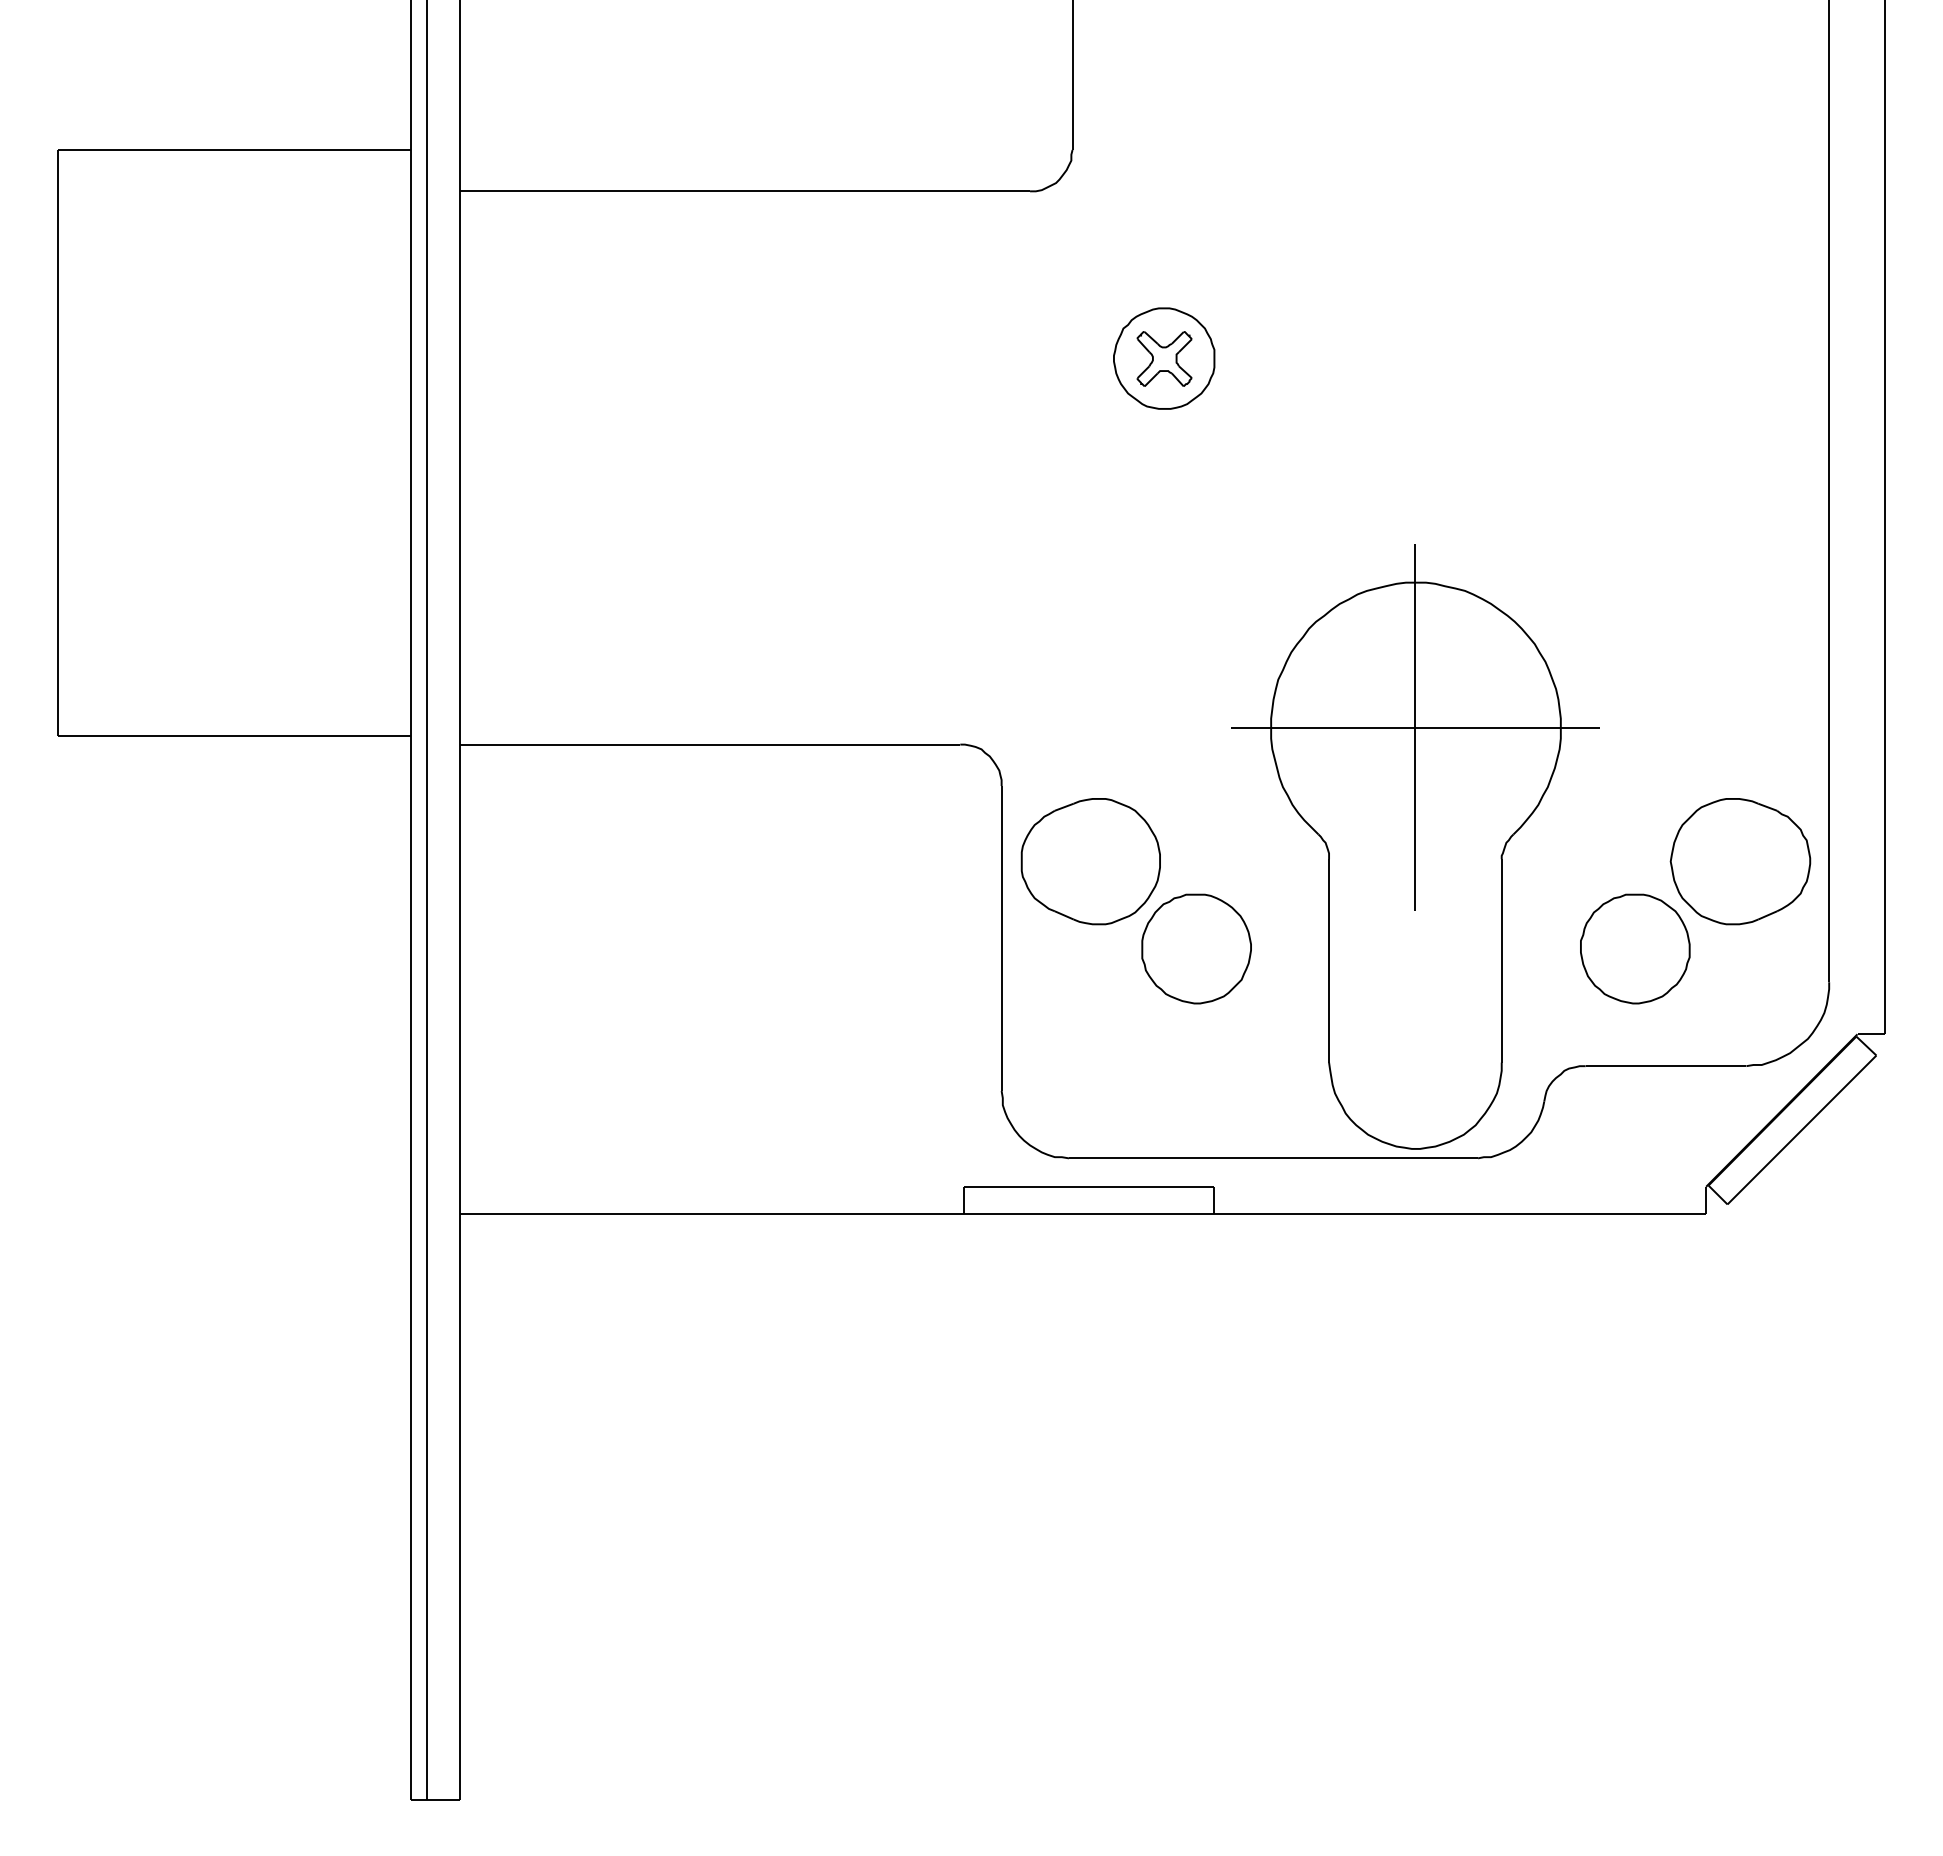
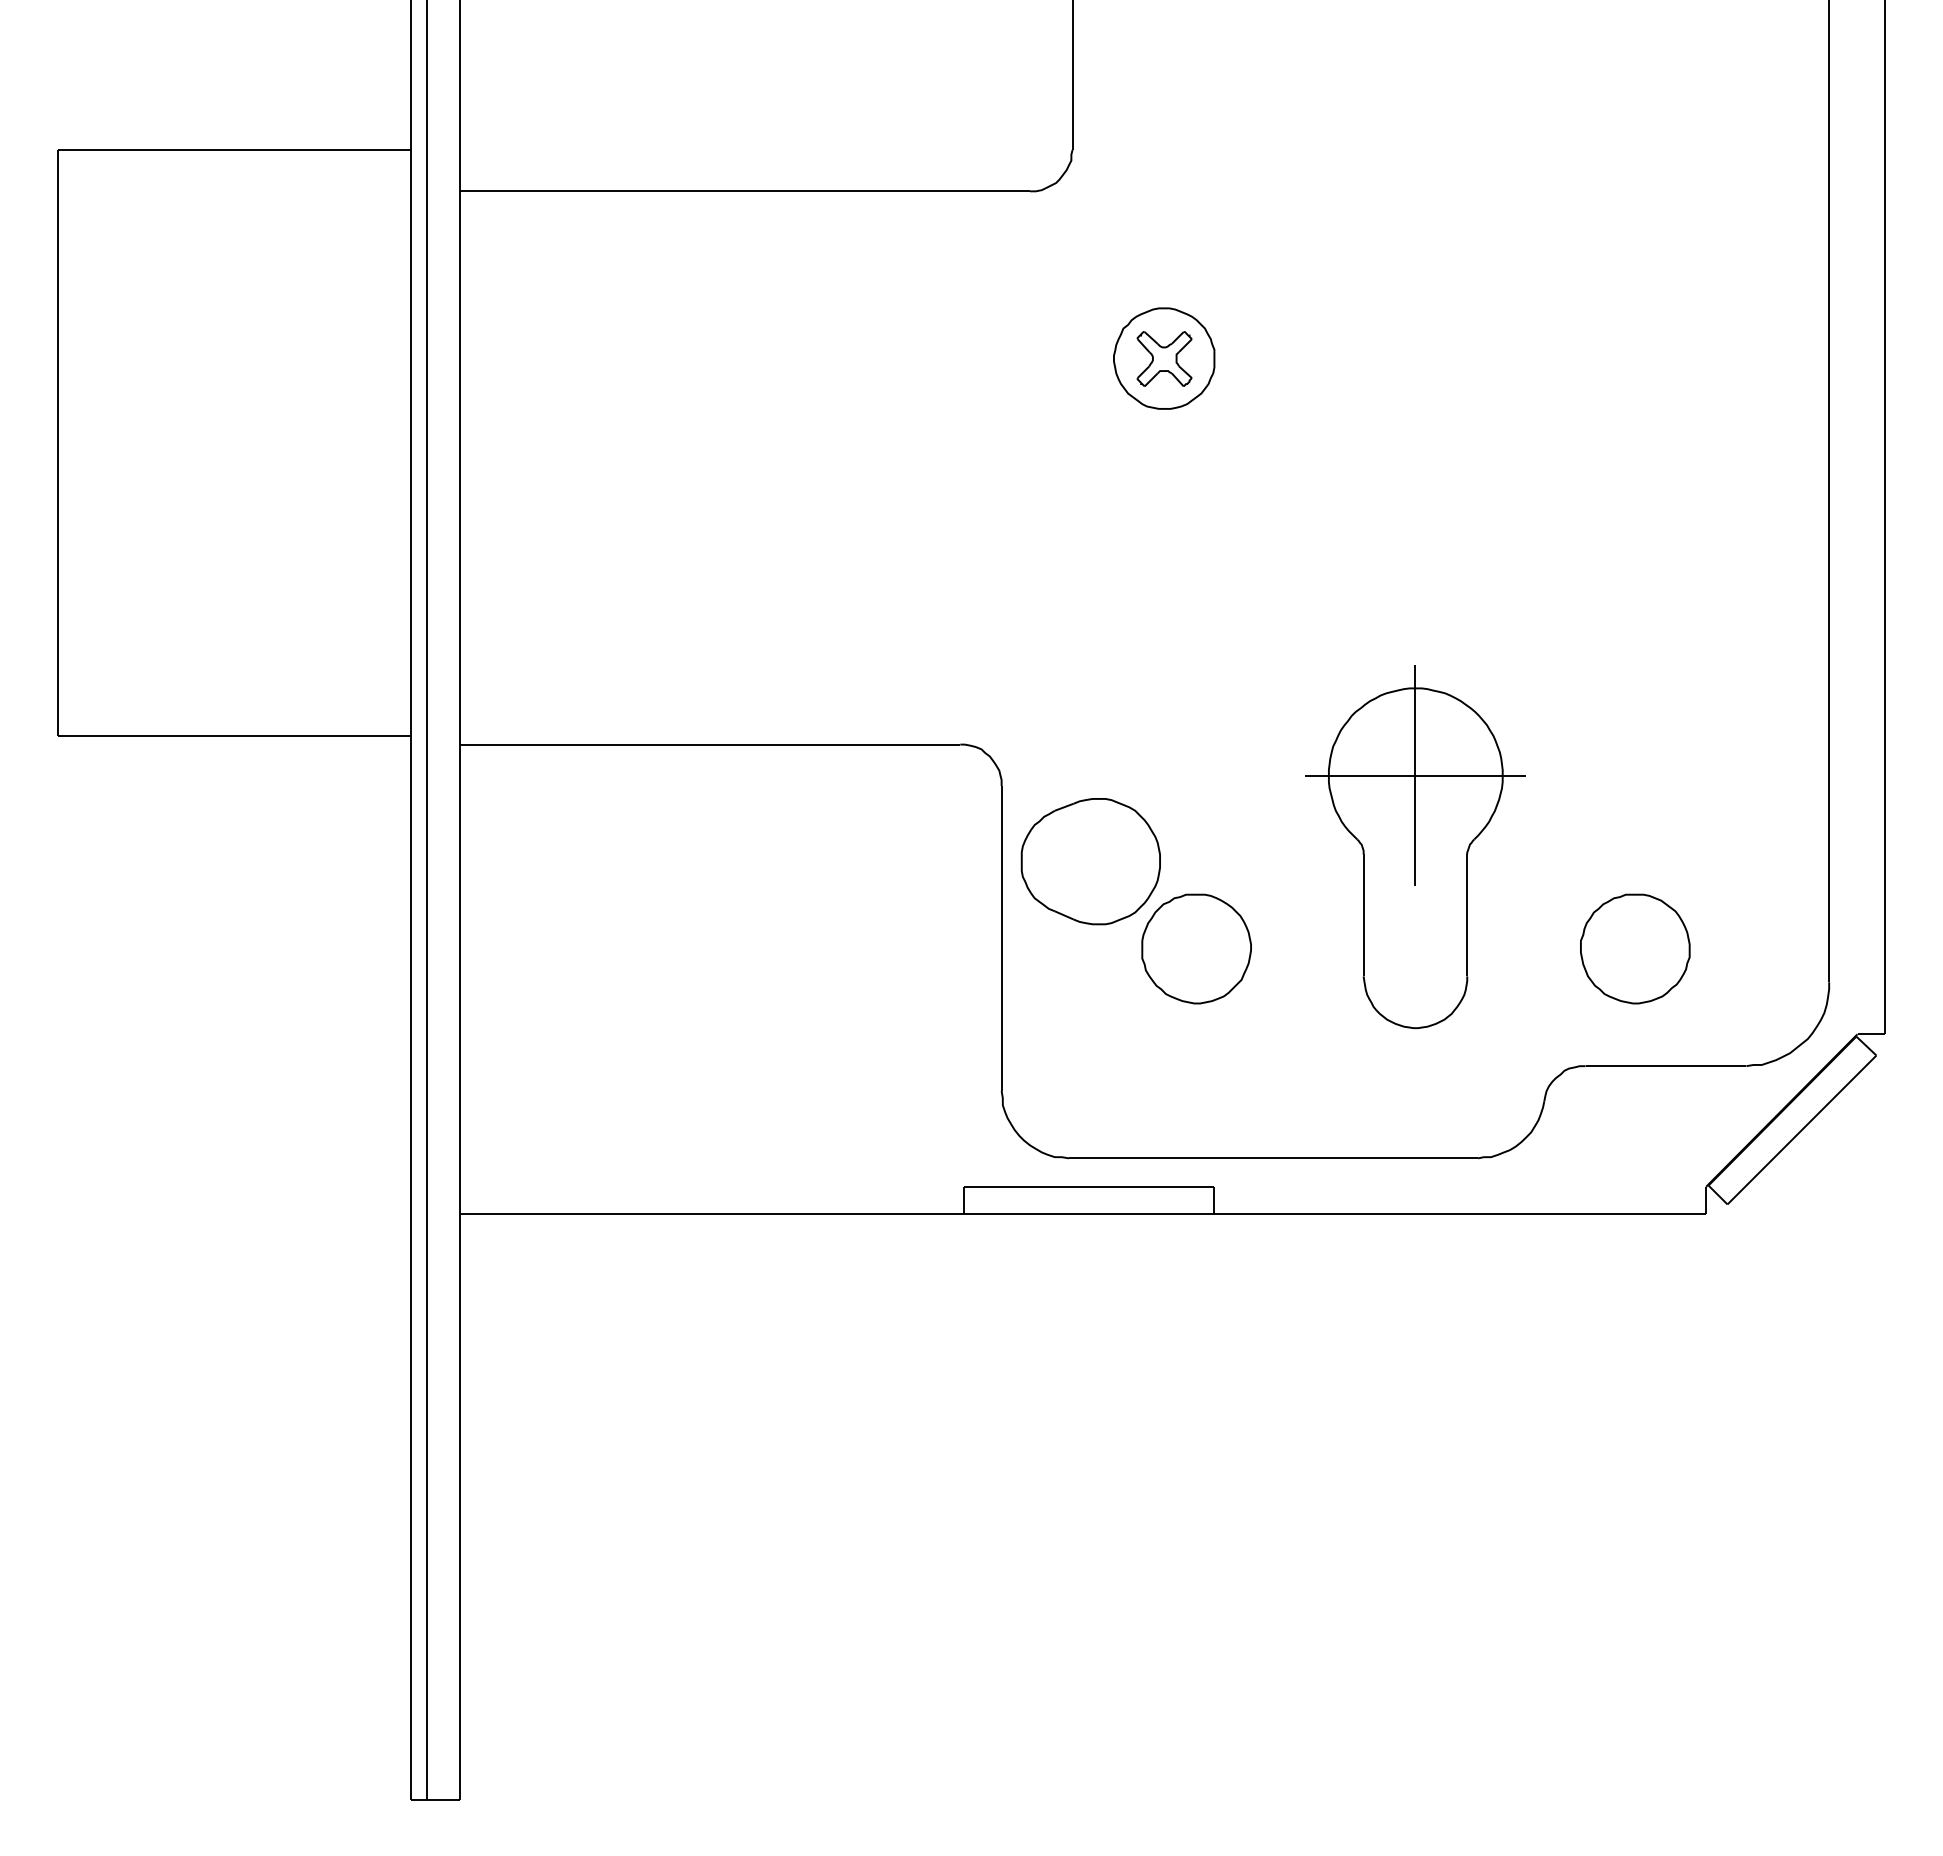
part at (1415, 846) size: 369x606 px -> 221x364 px
part at (1740, 861): present -> none
